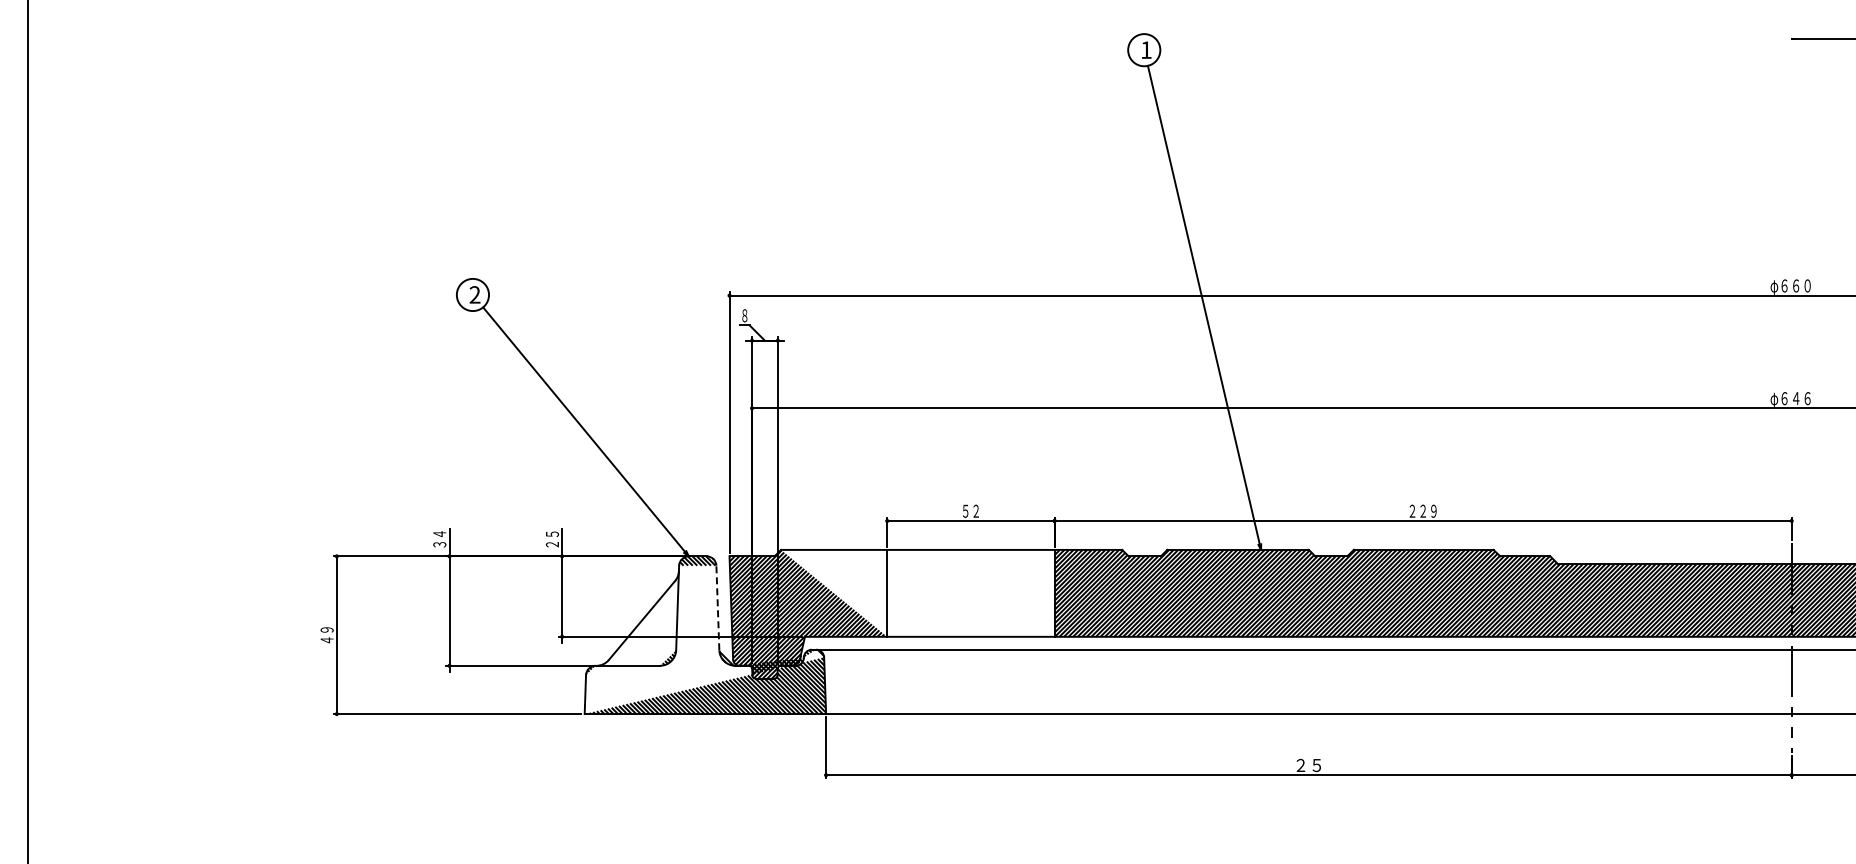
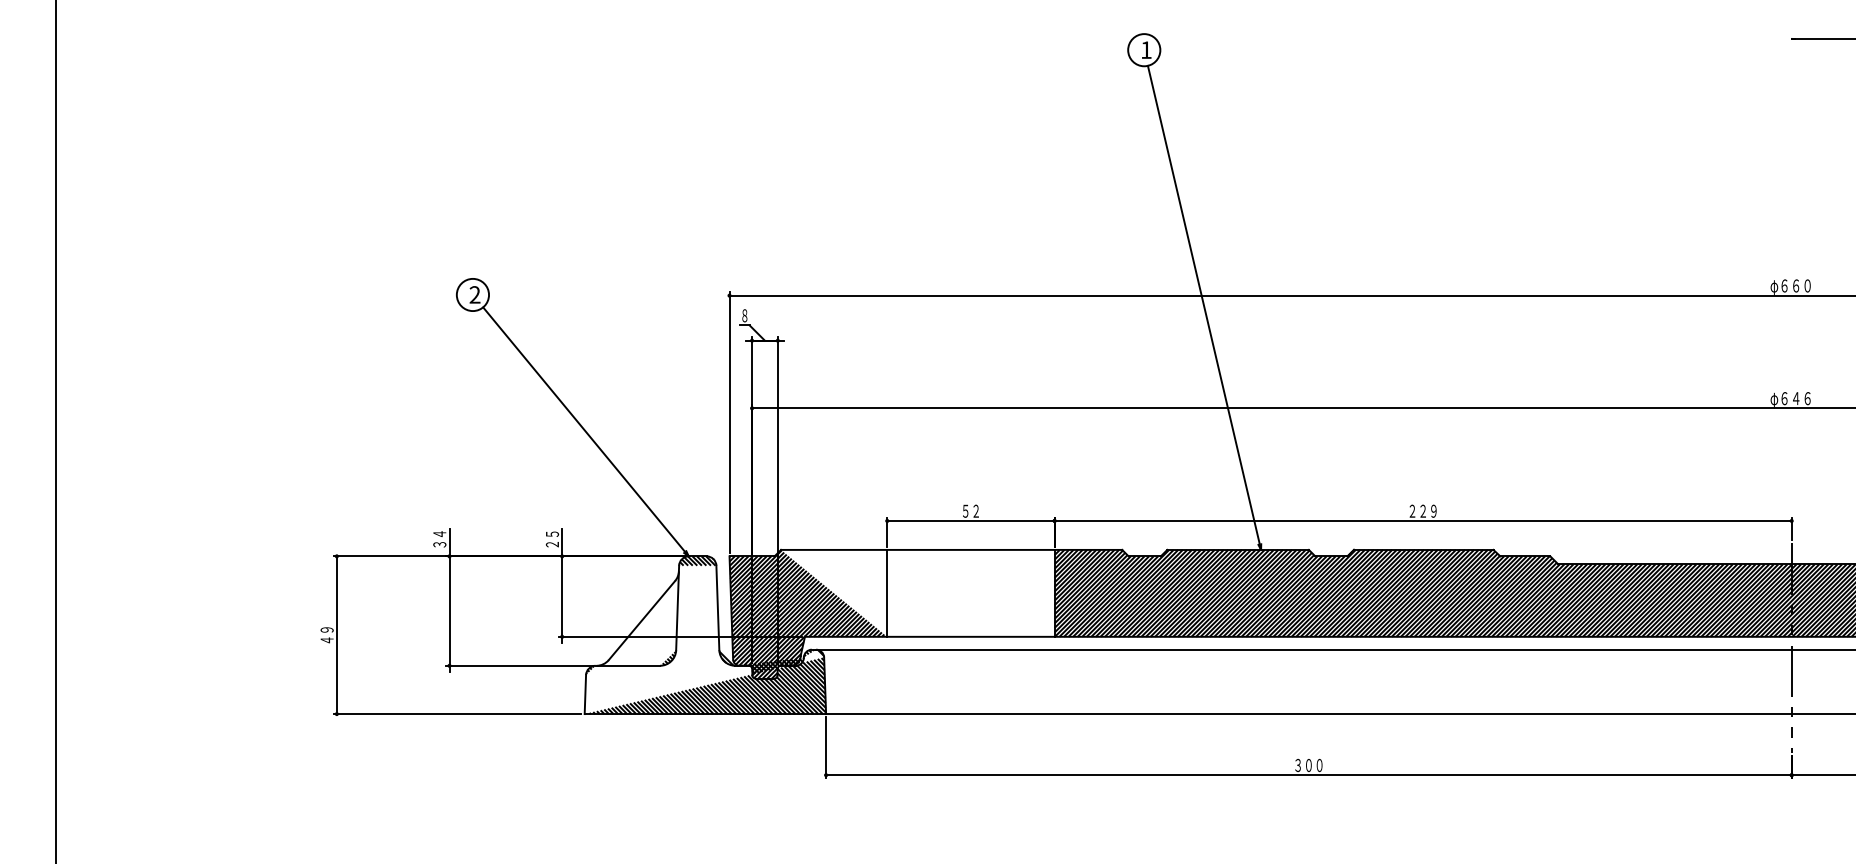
line at (27, 431) position: (27, 431) -> (55, 431)
line at (717, 607): dashed -> solid
text at (1308, 765): ２５ -> ３００
